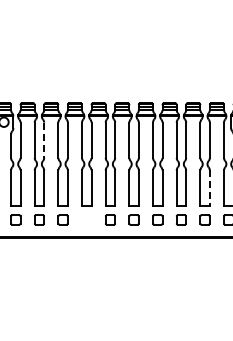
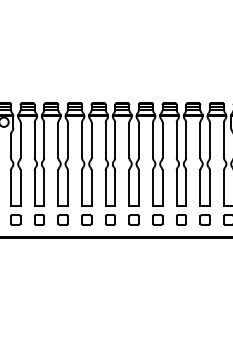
line at (44, 140): dashed -> solid
line at (209, 188): dashed -> solid
part at (86, 219): none -> present
